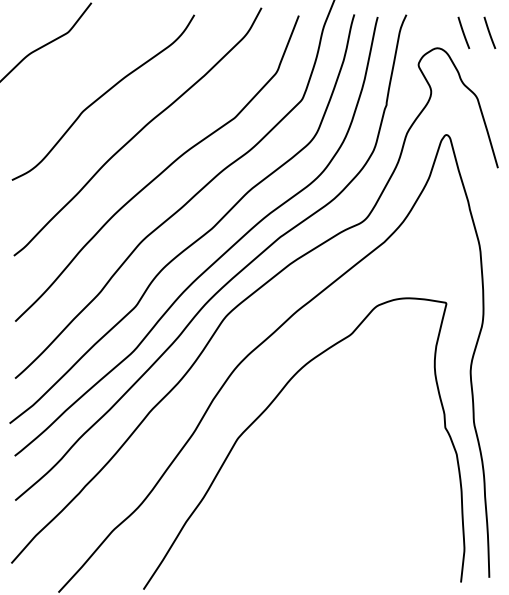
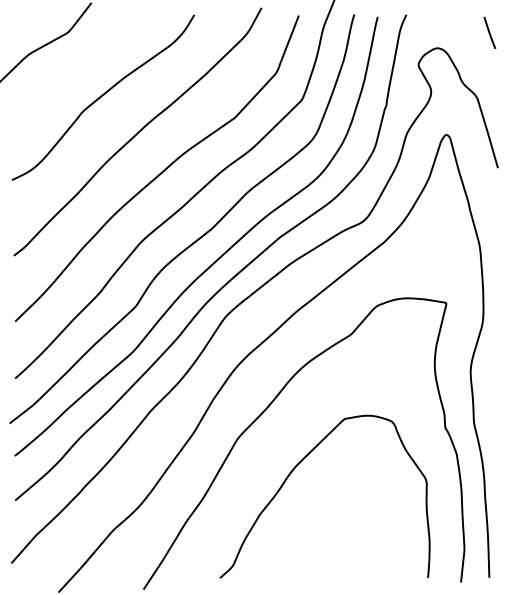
line at (463, 32): present -> none
curve at (292, 472): none -> present
